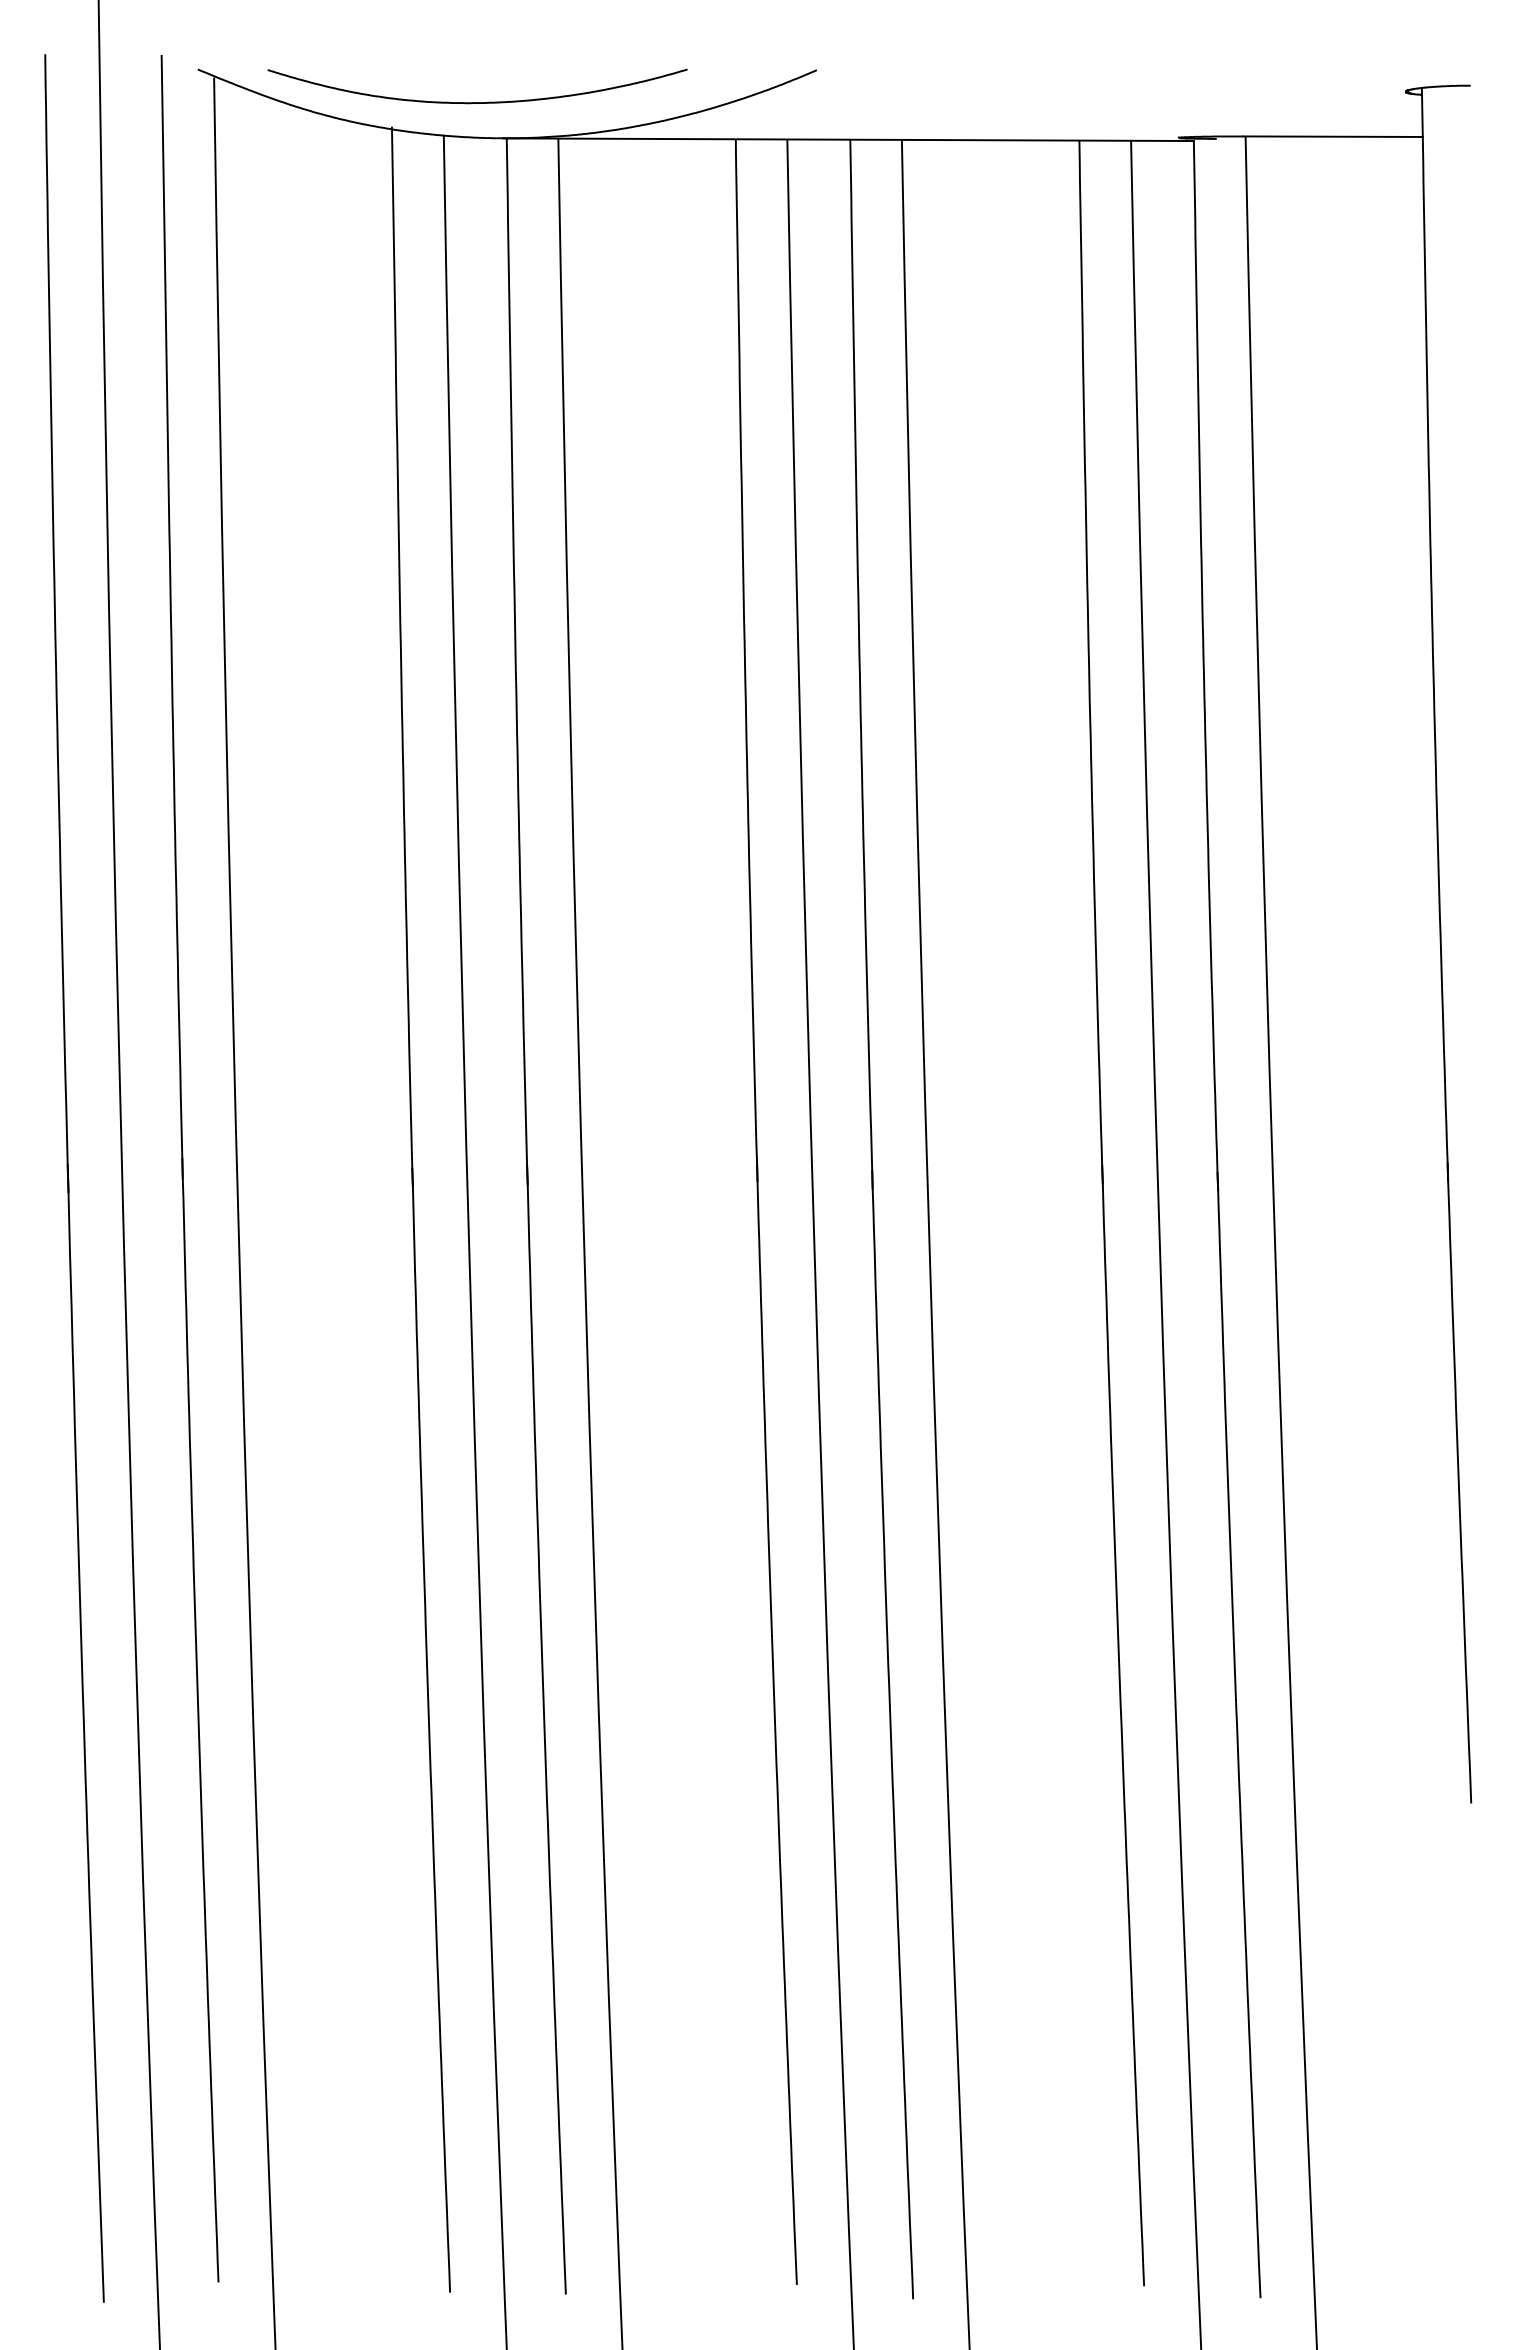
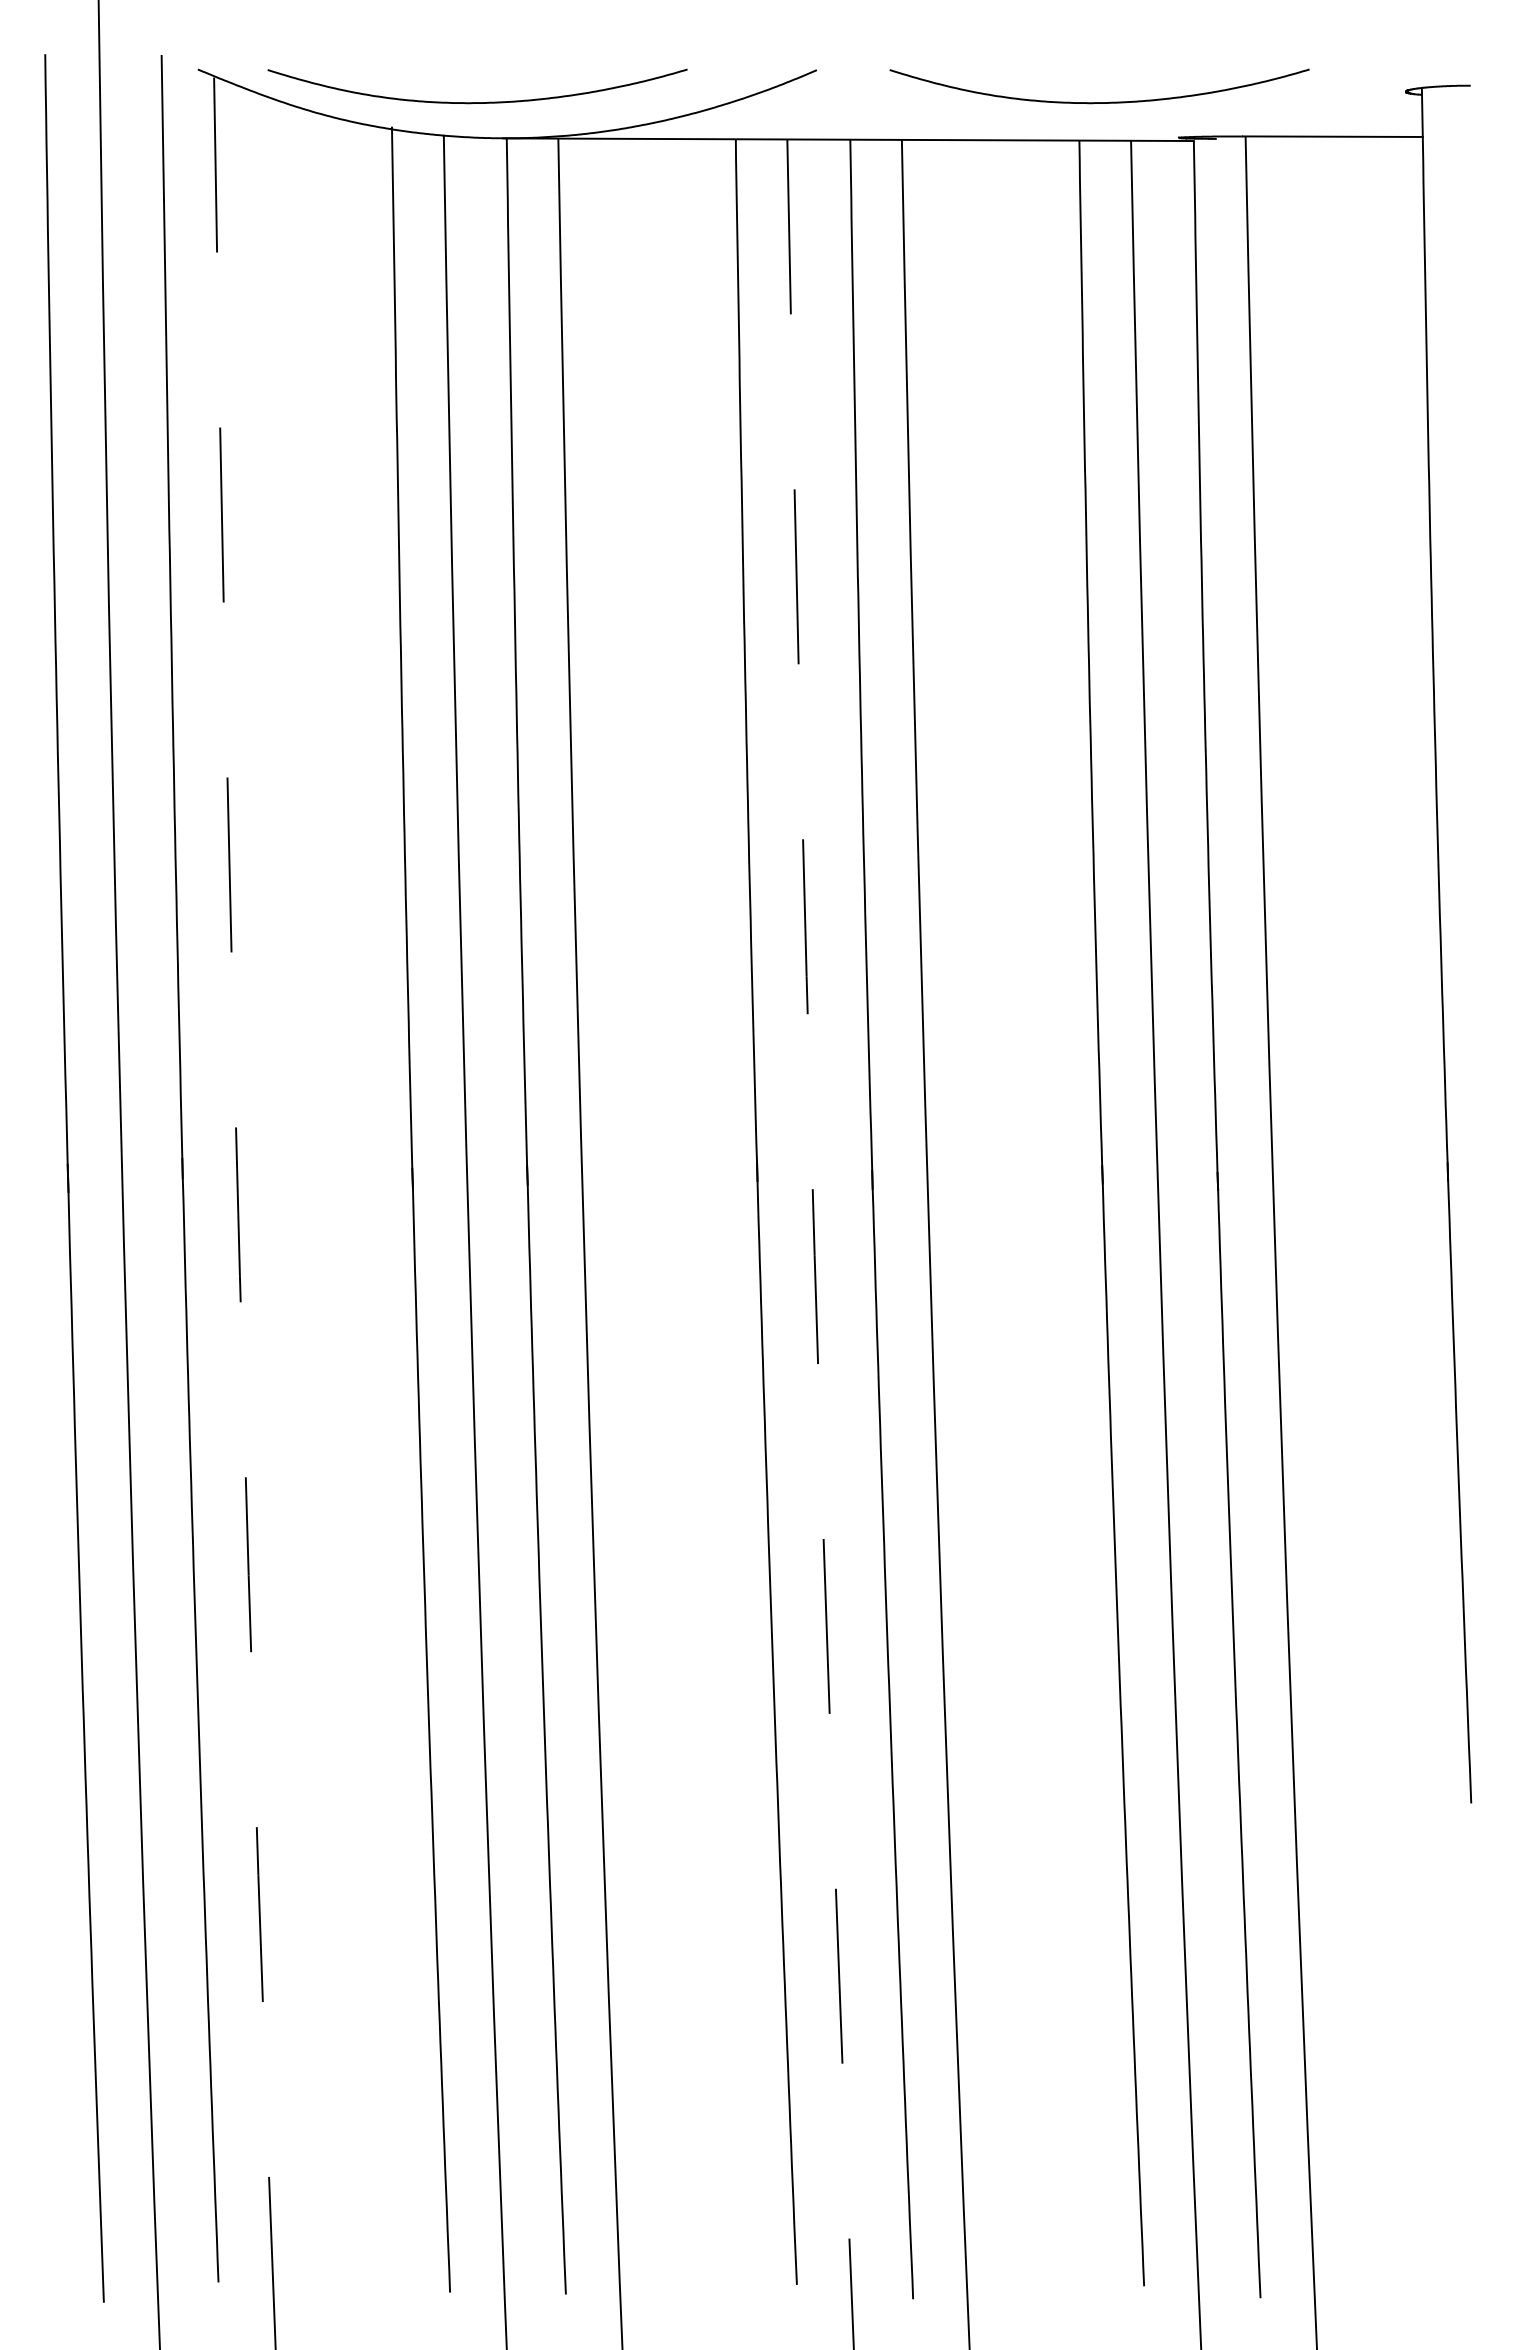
curve at (1099, 102): none -> present
arc at (238, 1214): solid -> dashed
arc at (814, 1245): solid -> dashed
